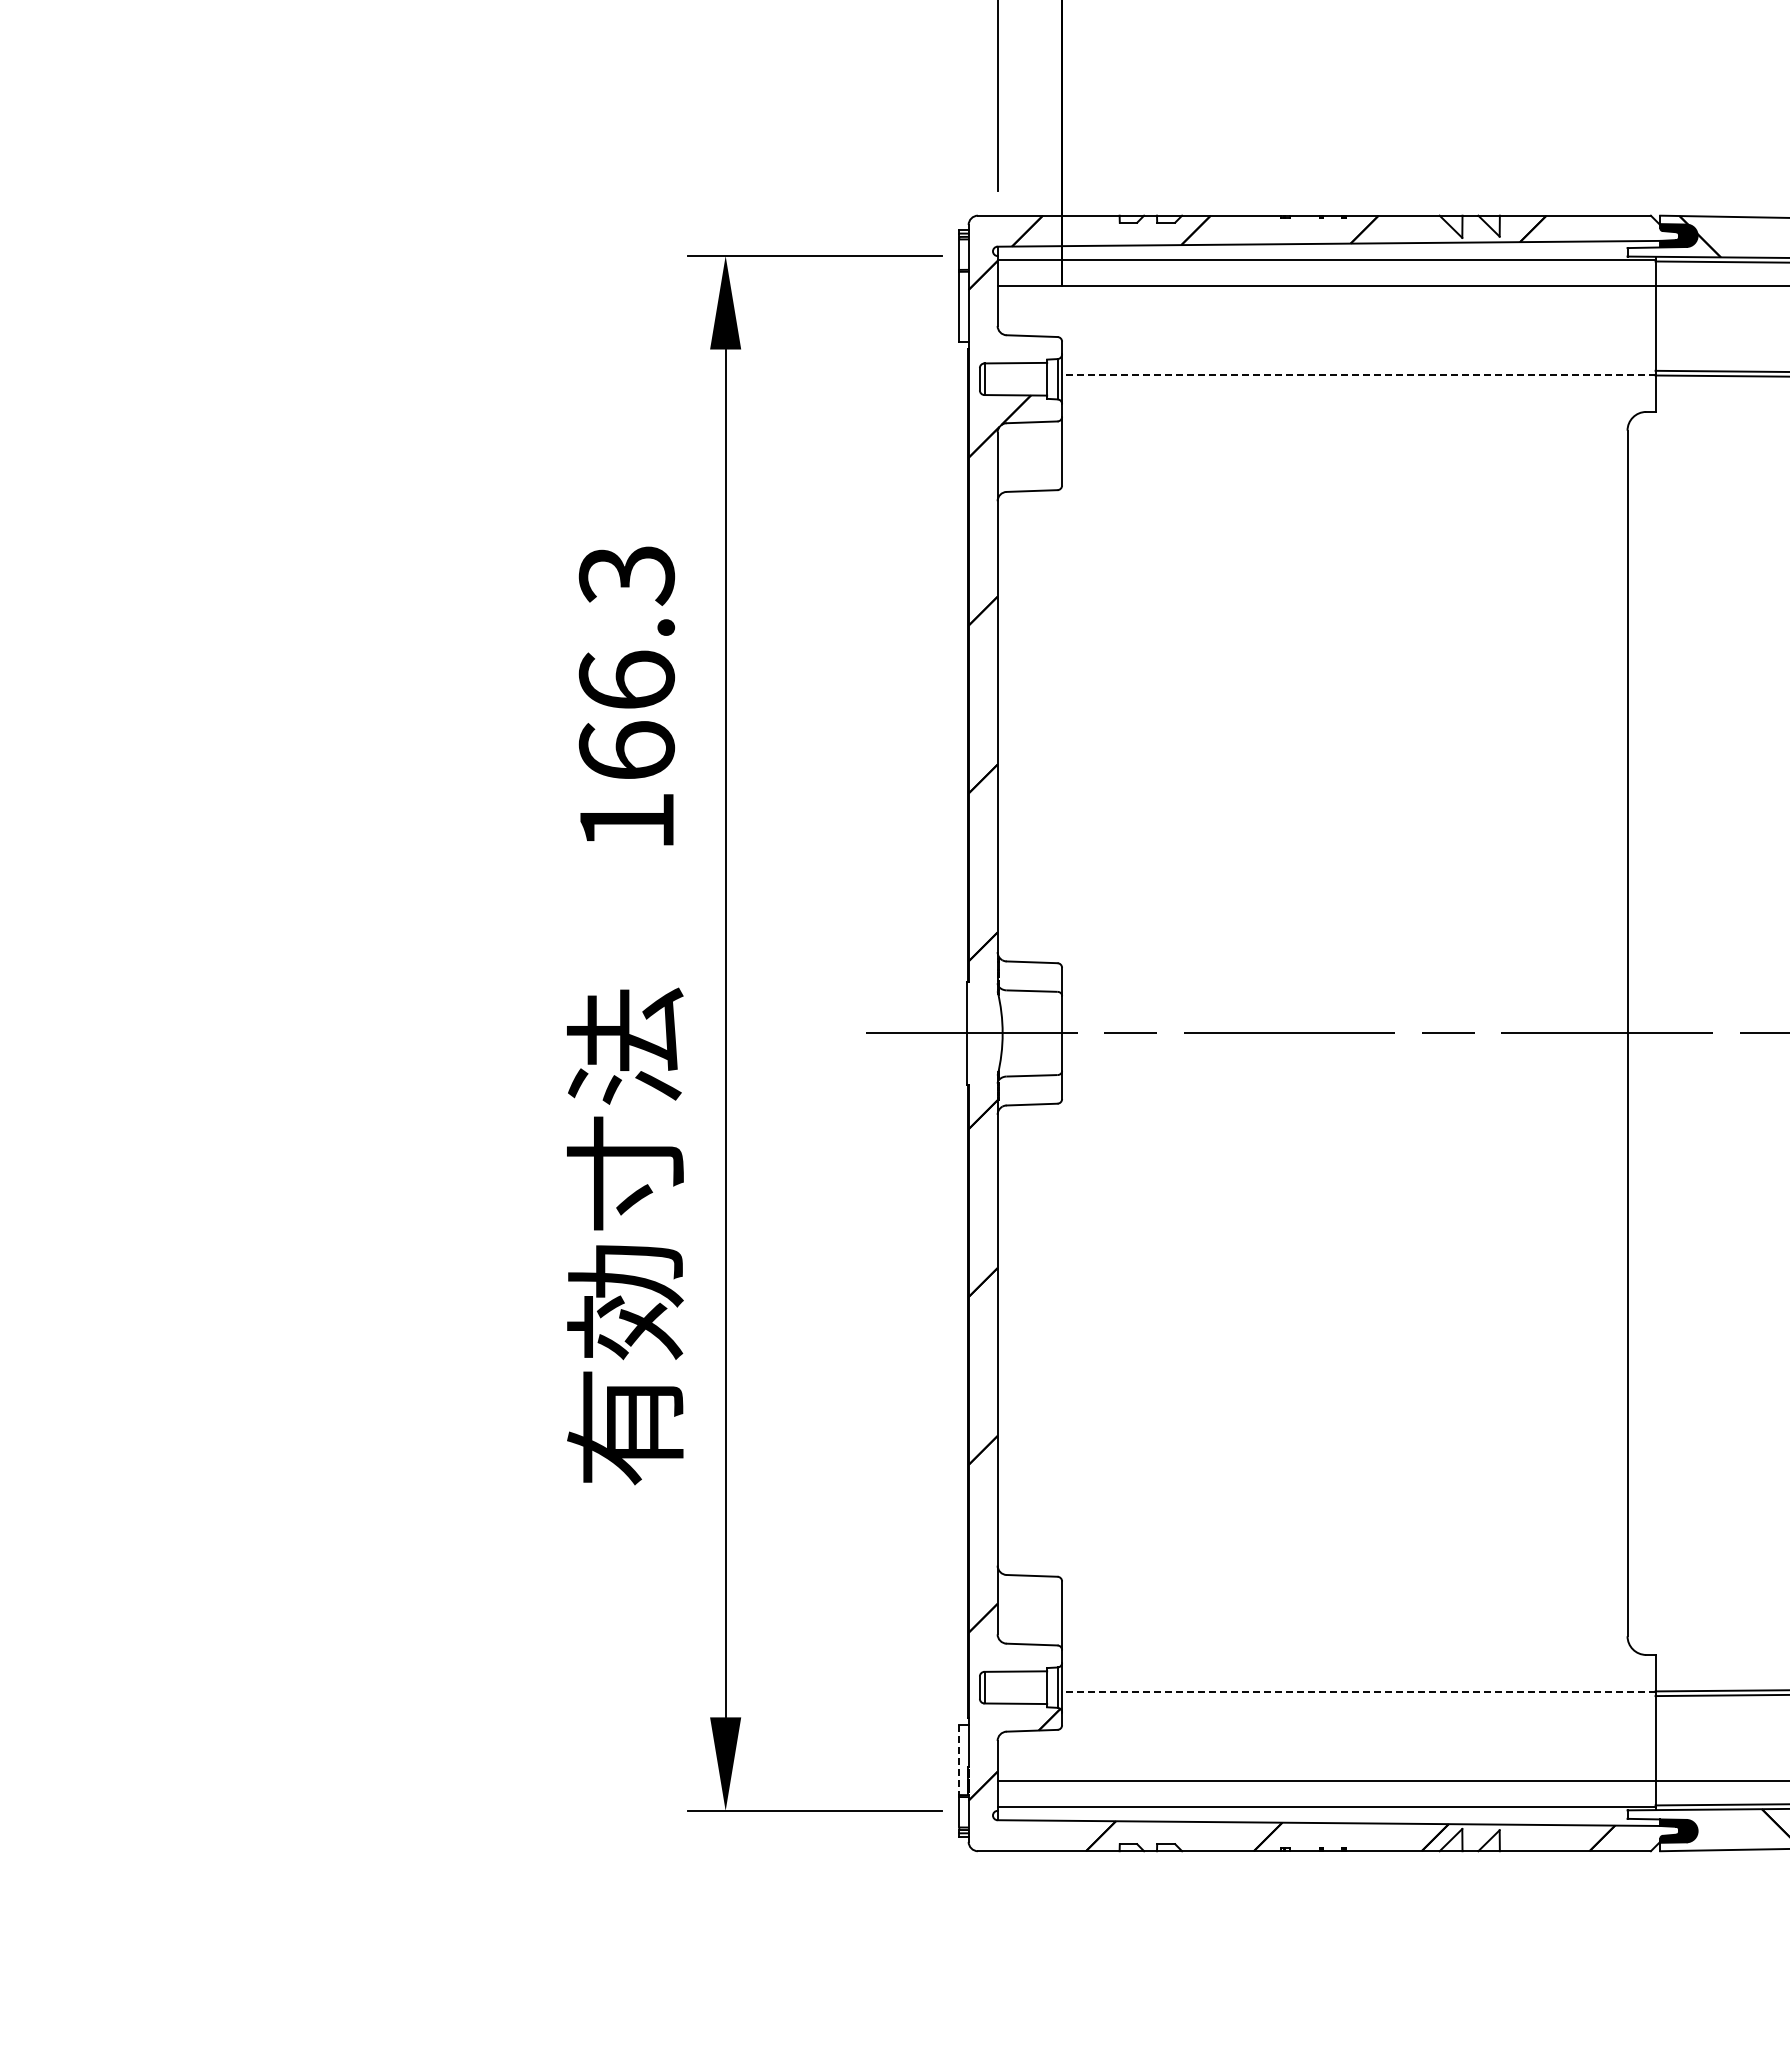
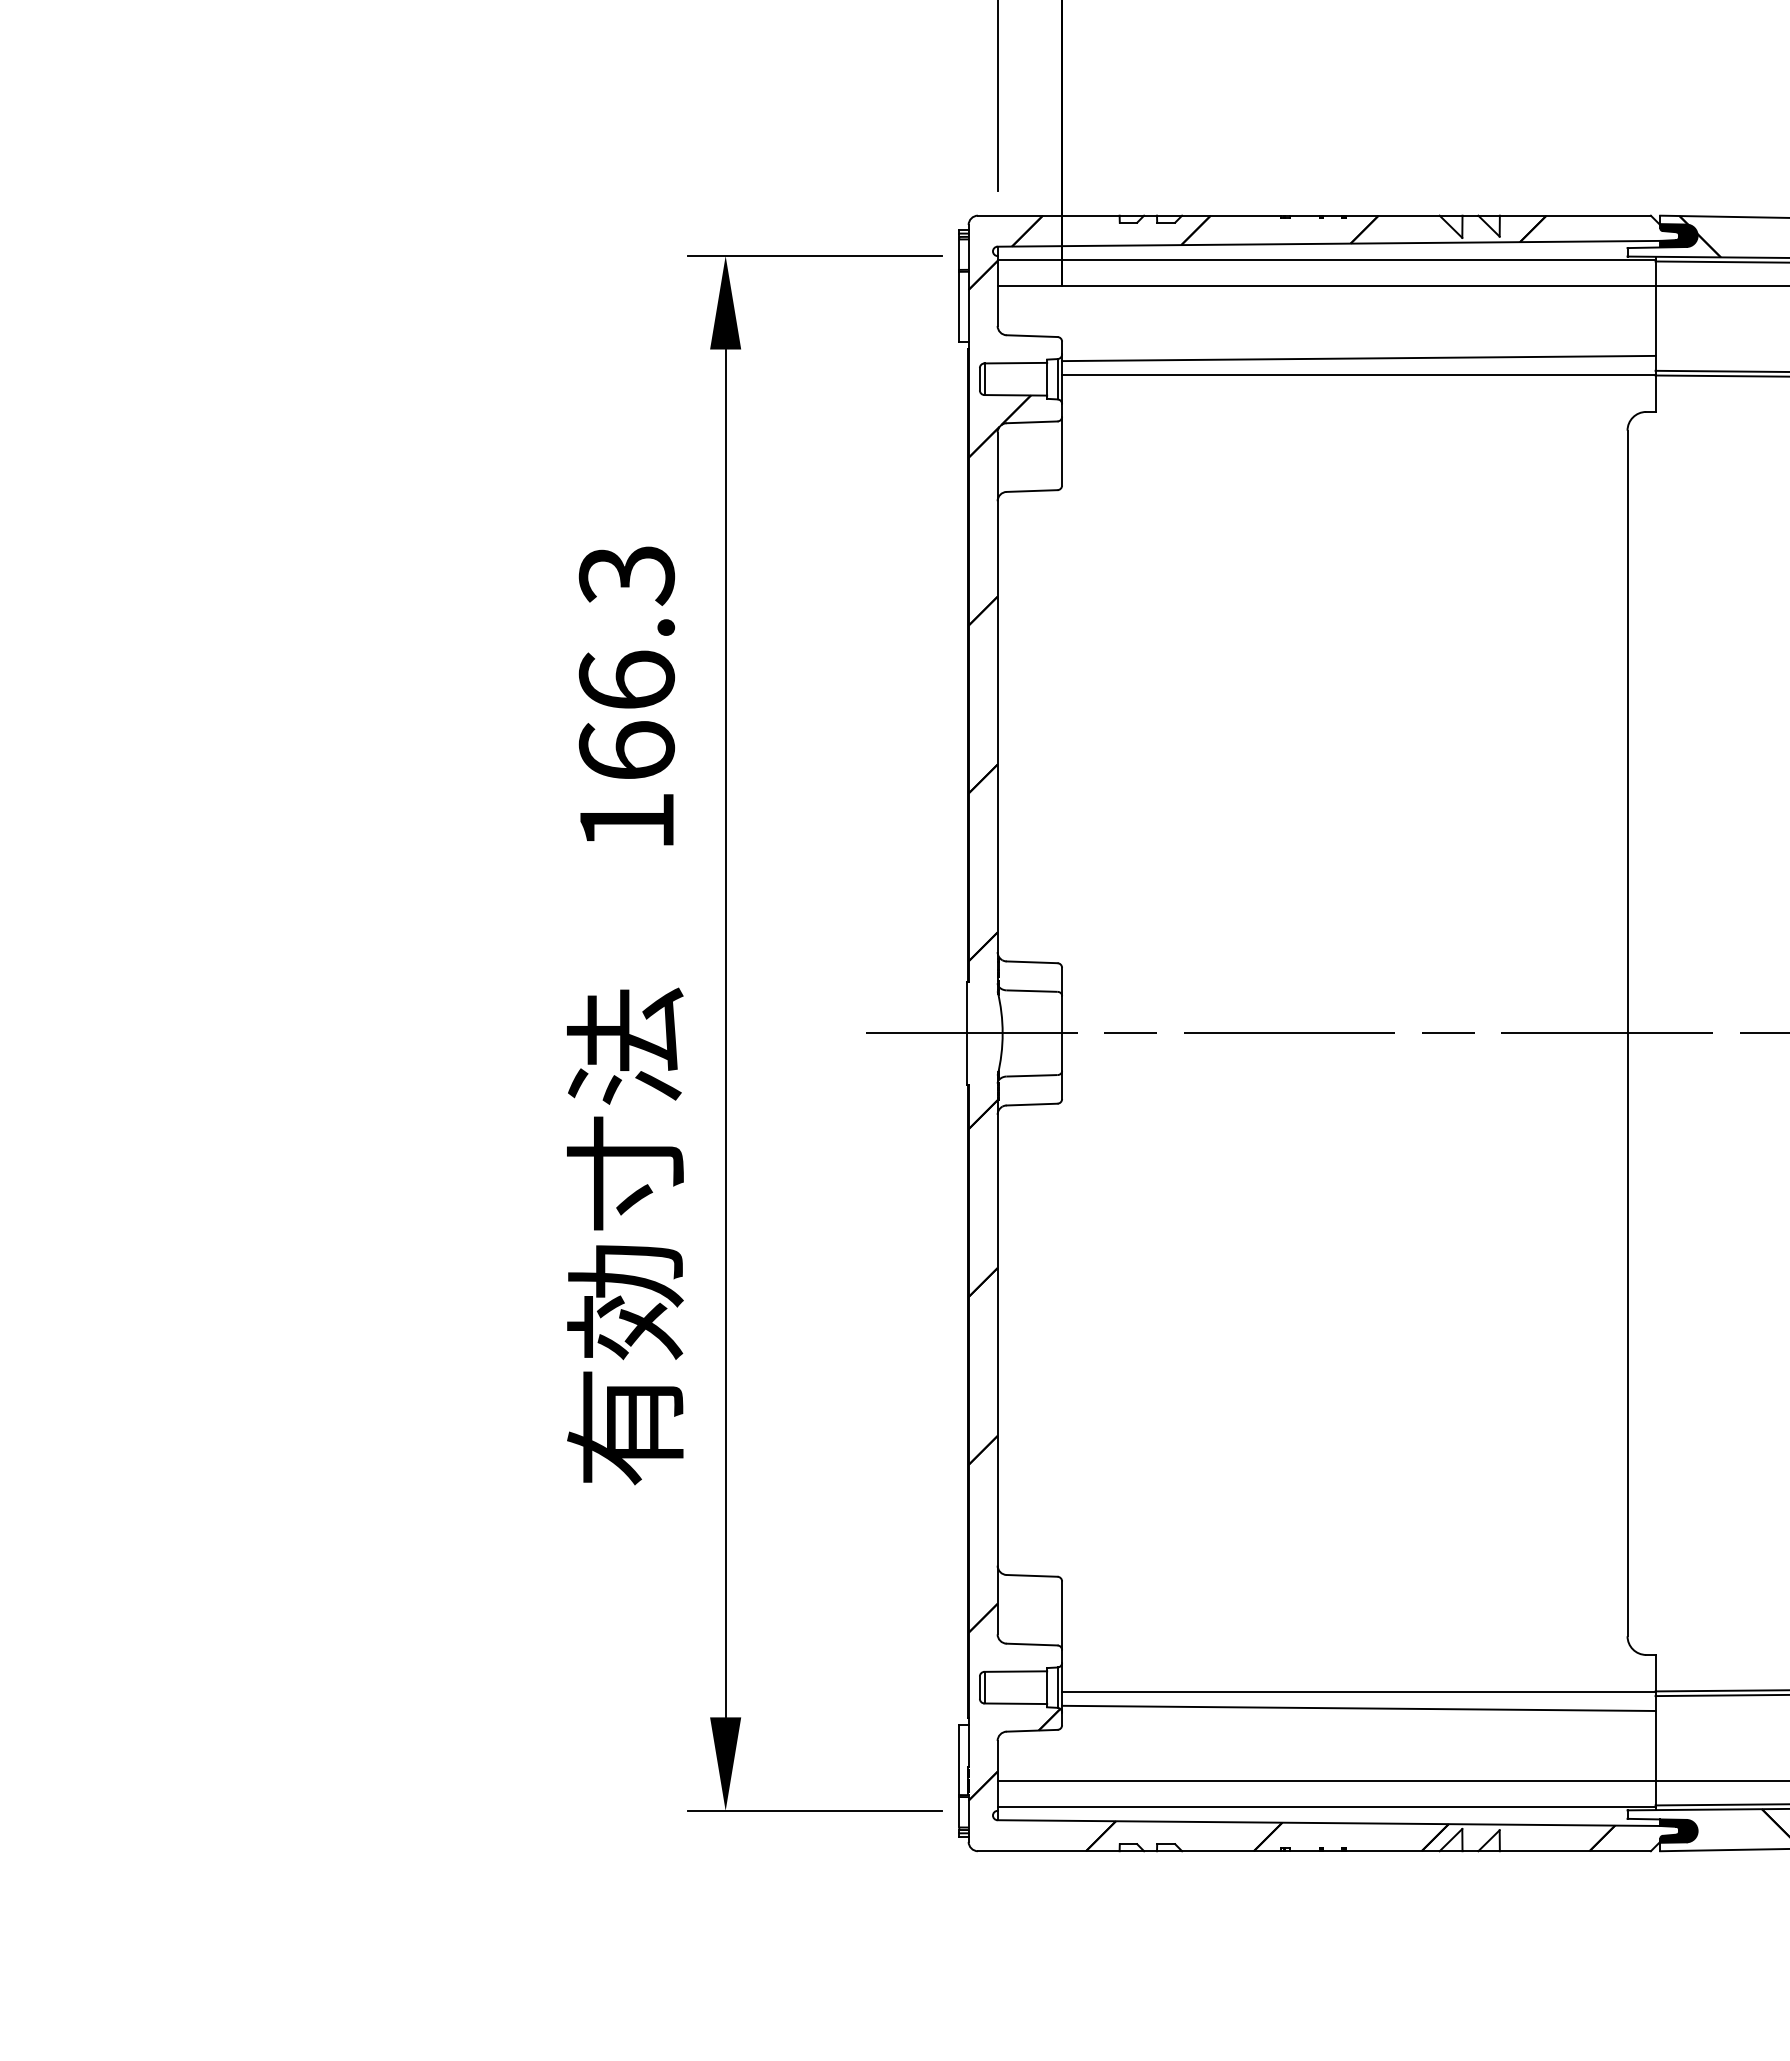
line at (1358, 358): none -> present
line at (1358, 374): dashed -> solid
line at (1358, 1692): dashed -> solid
line at (1358, 1708): none -> present
line at (959, 1760): dashed -> solid
